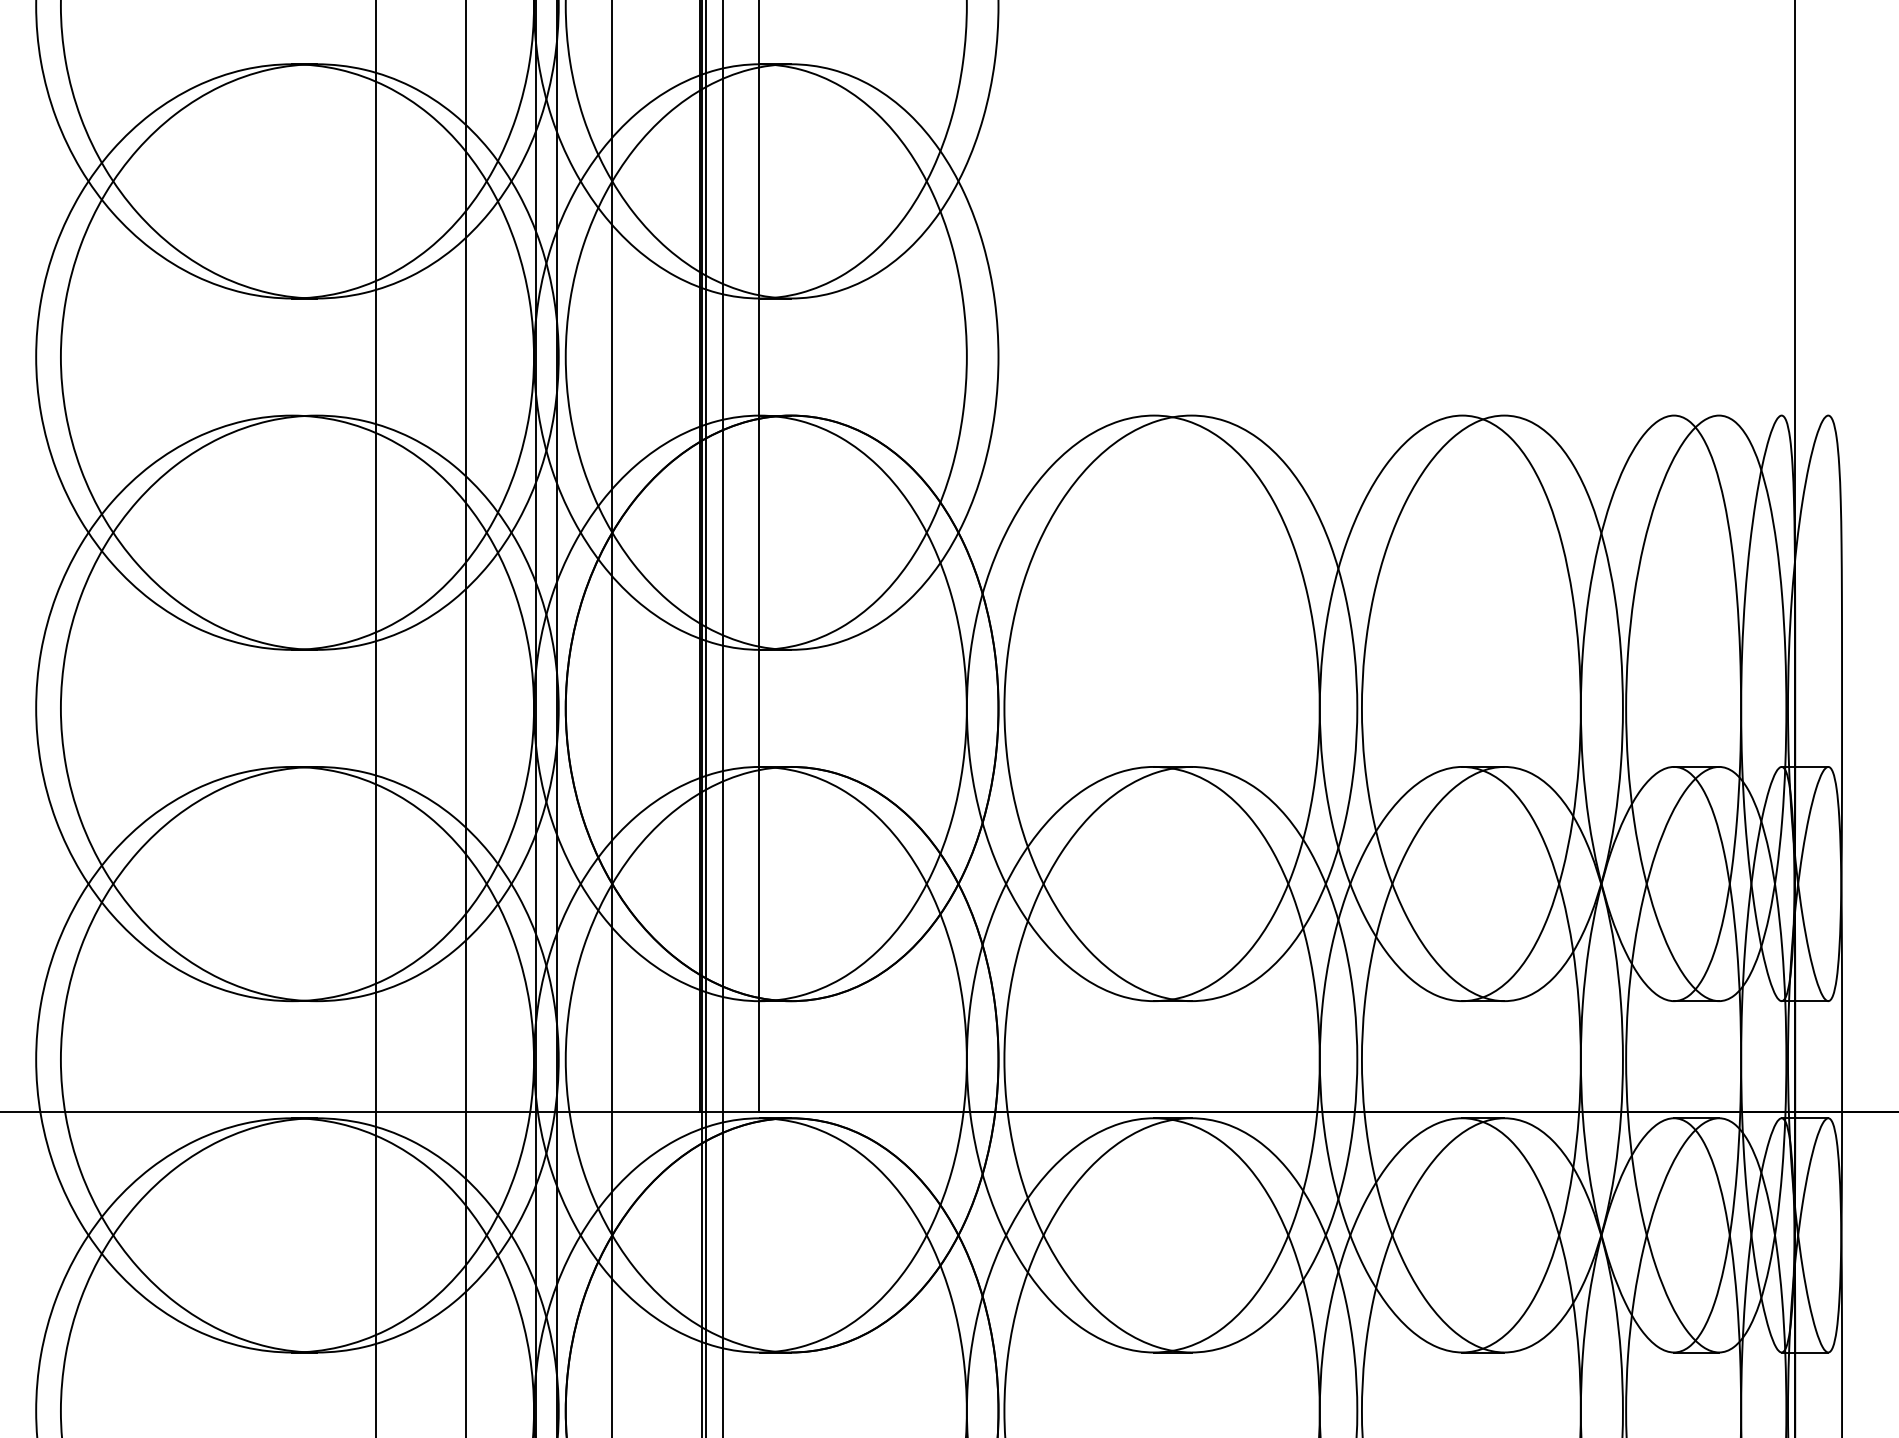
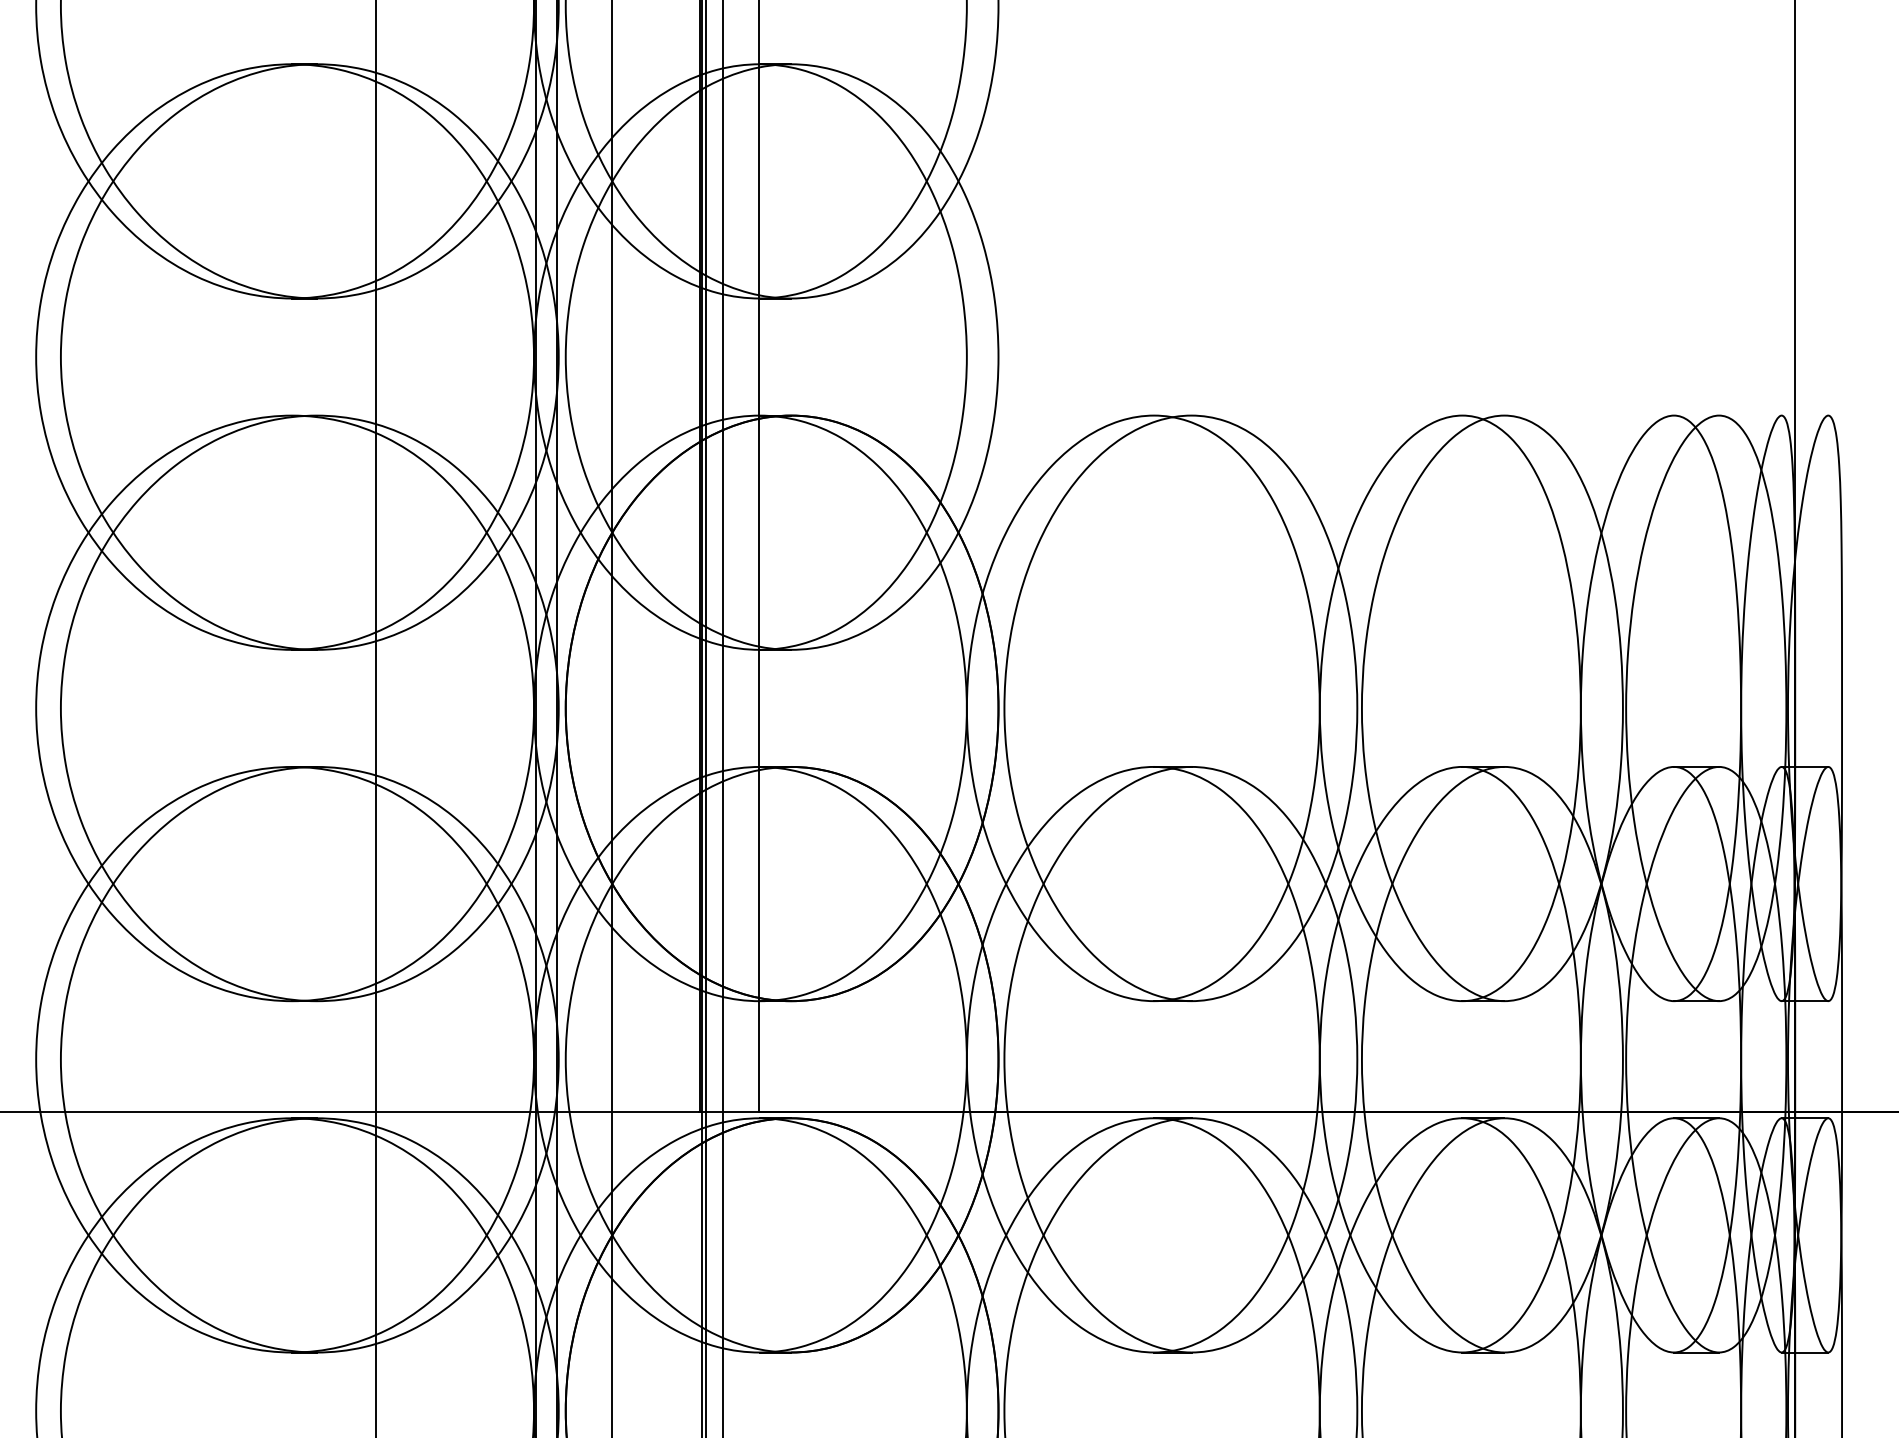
line at (465, 718): present -> none
